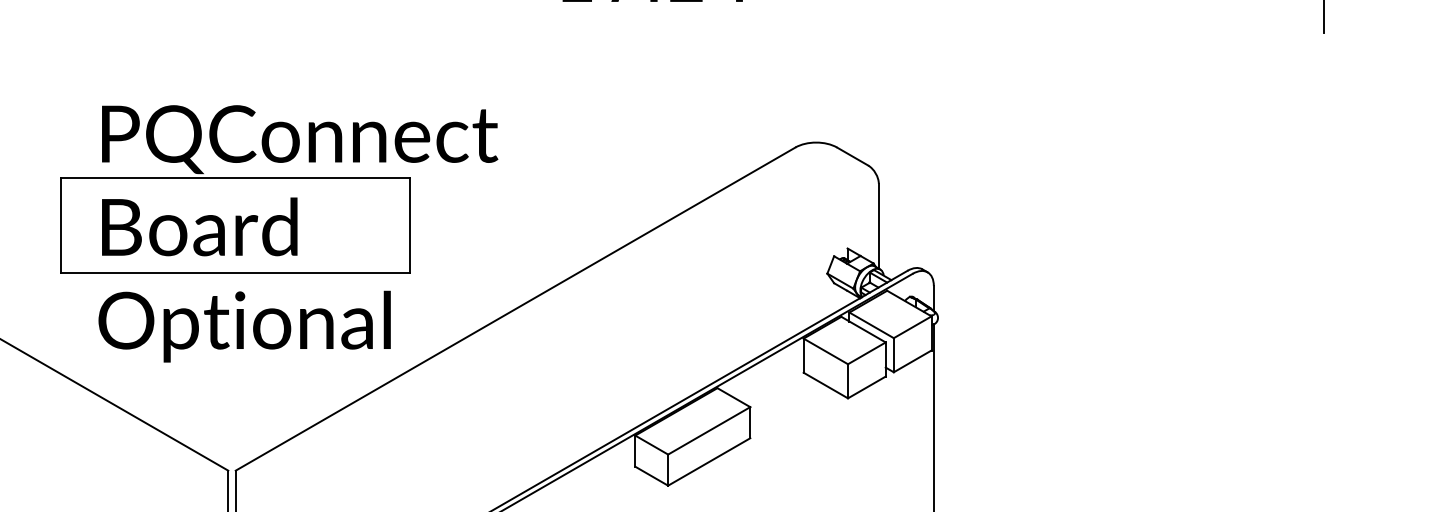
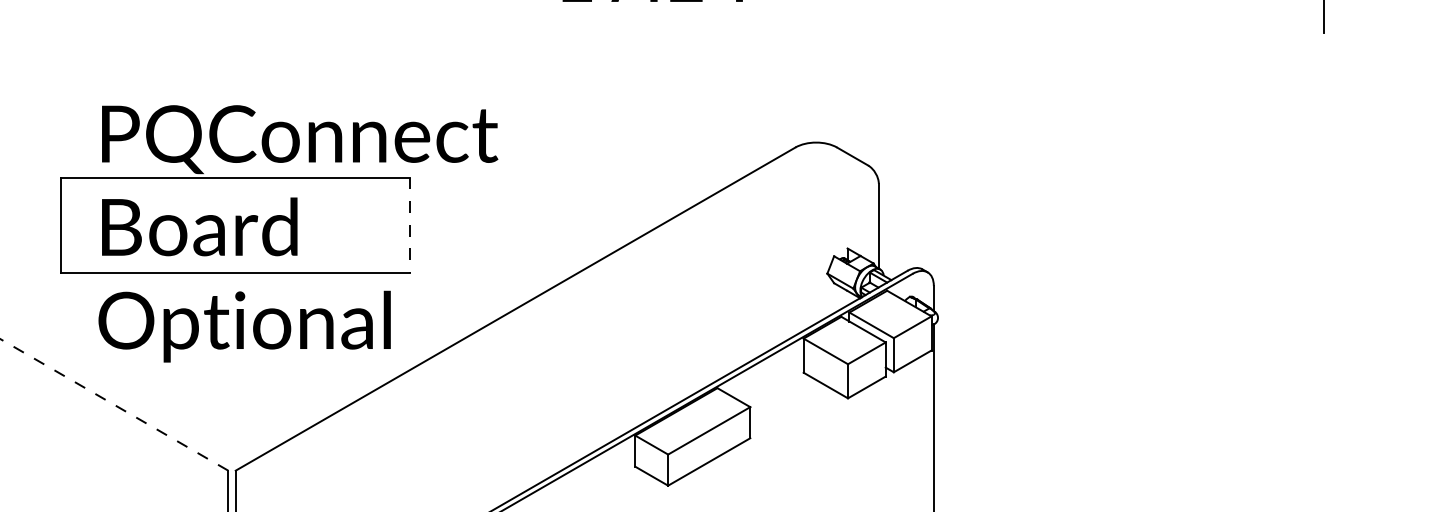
line at (410, 225): solid -> dashed
line at (114, 404): solid -> dashed
